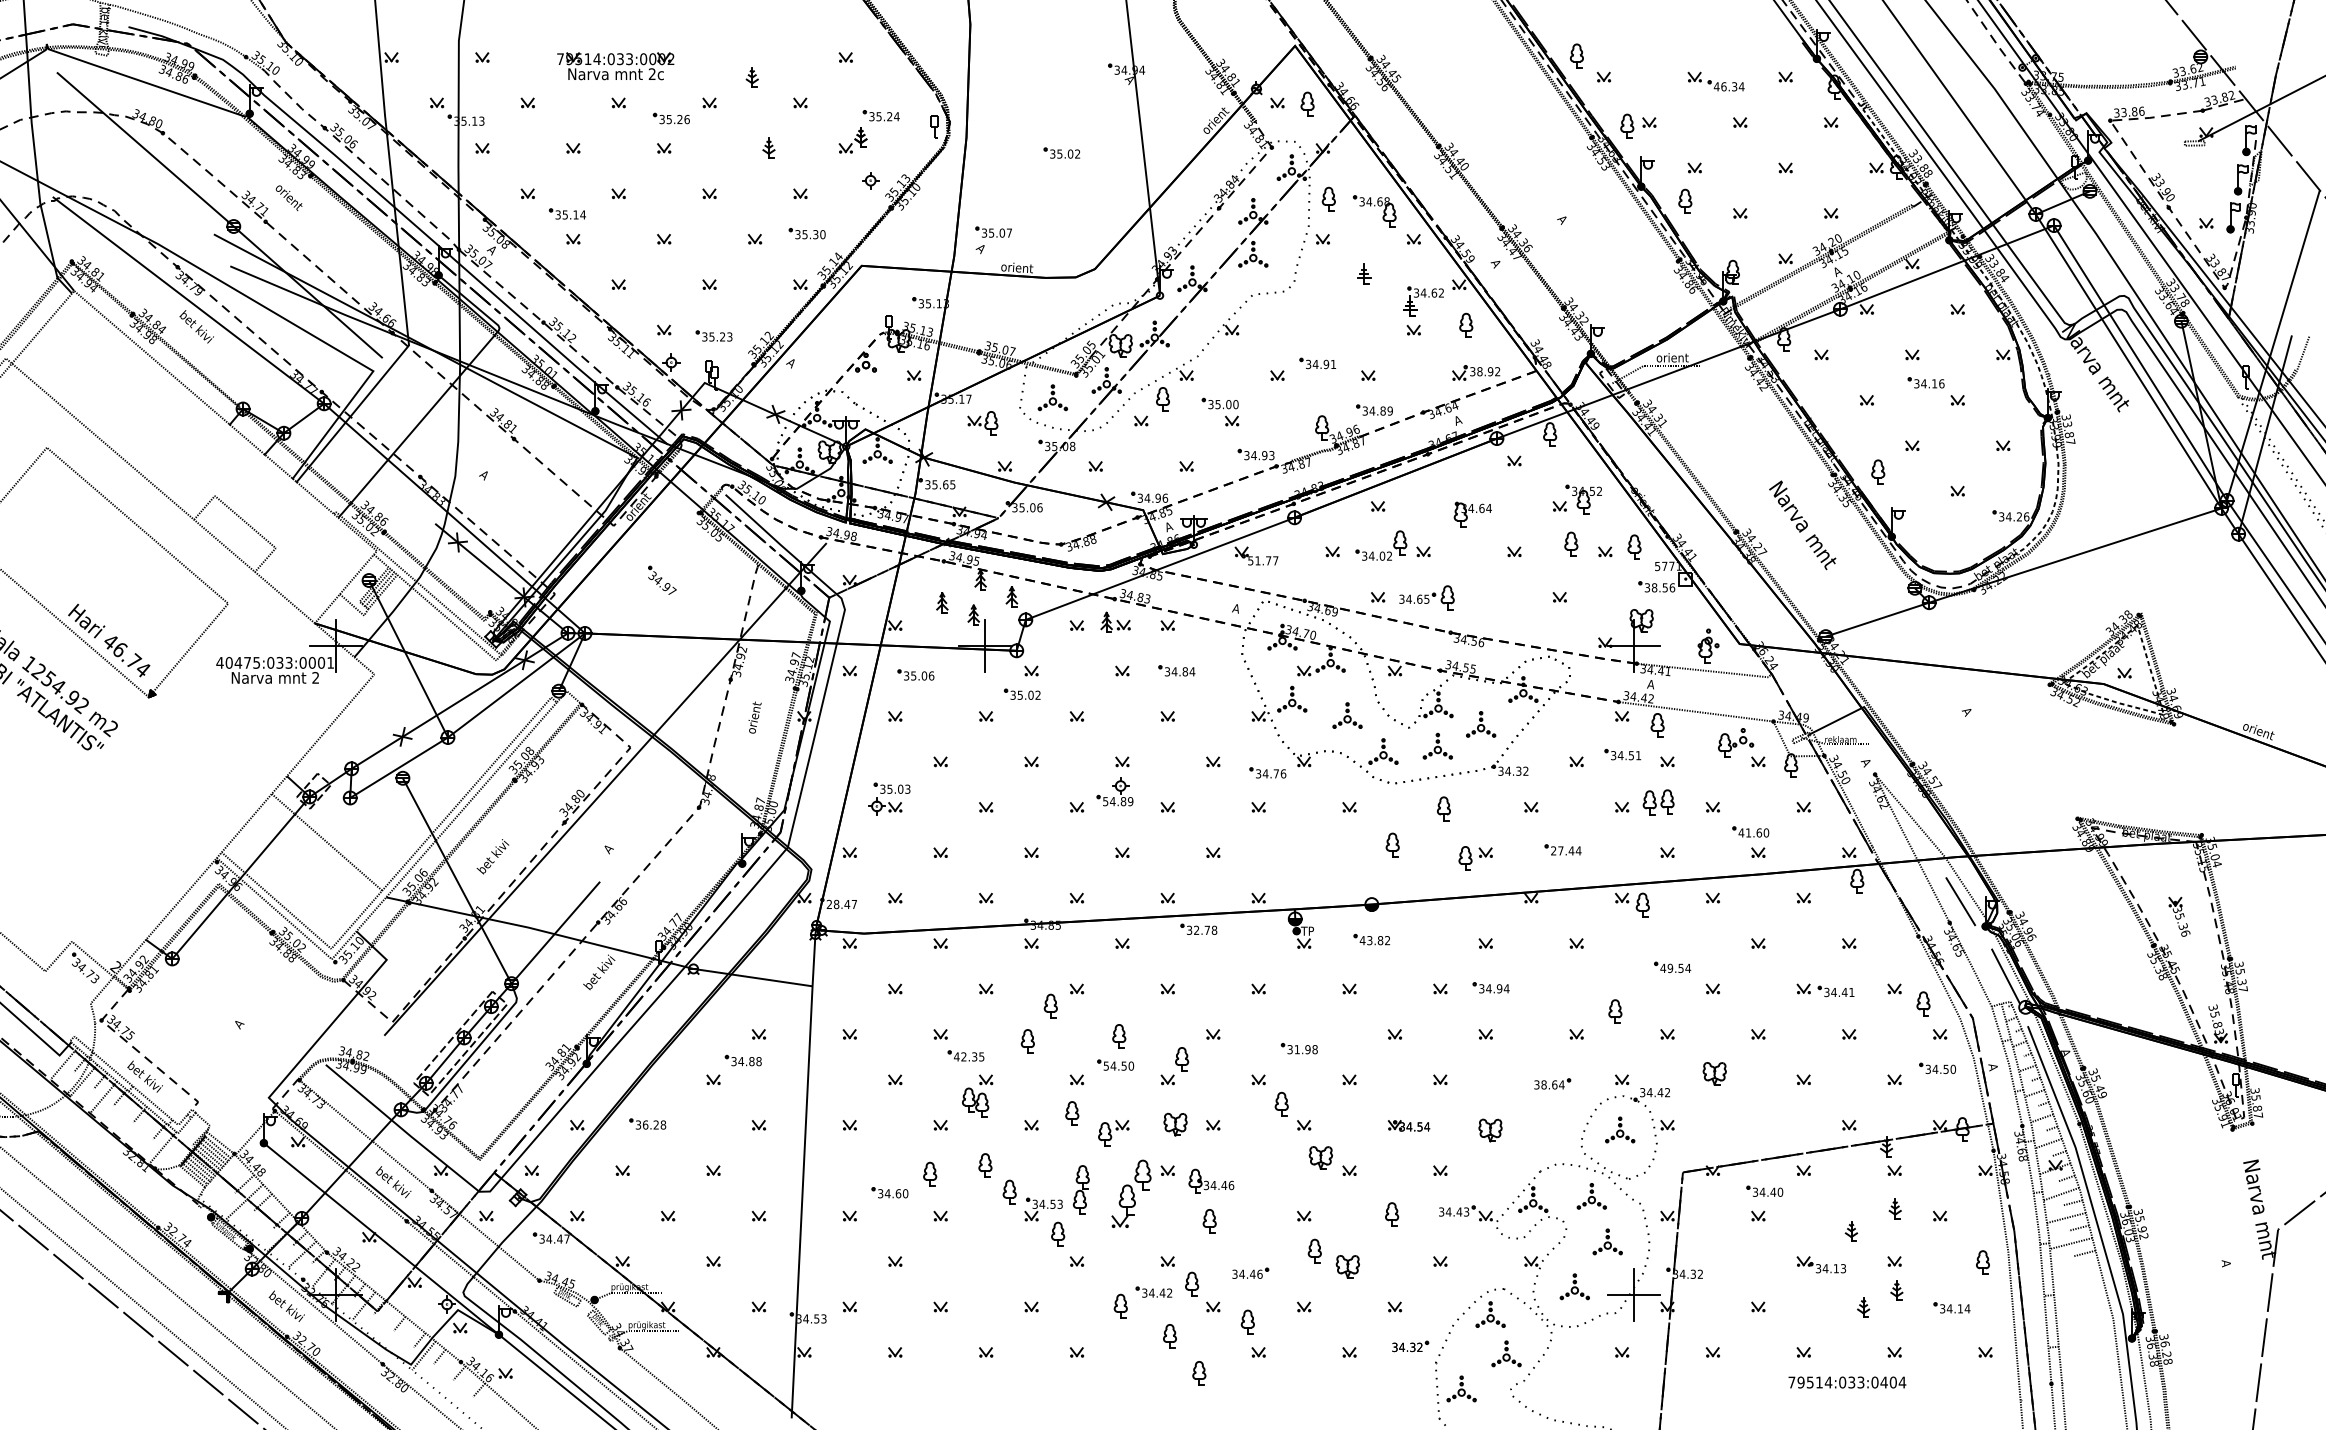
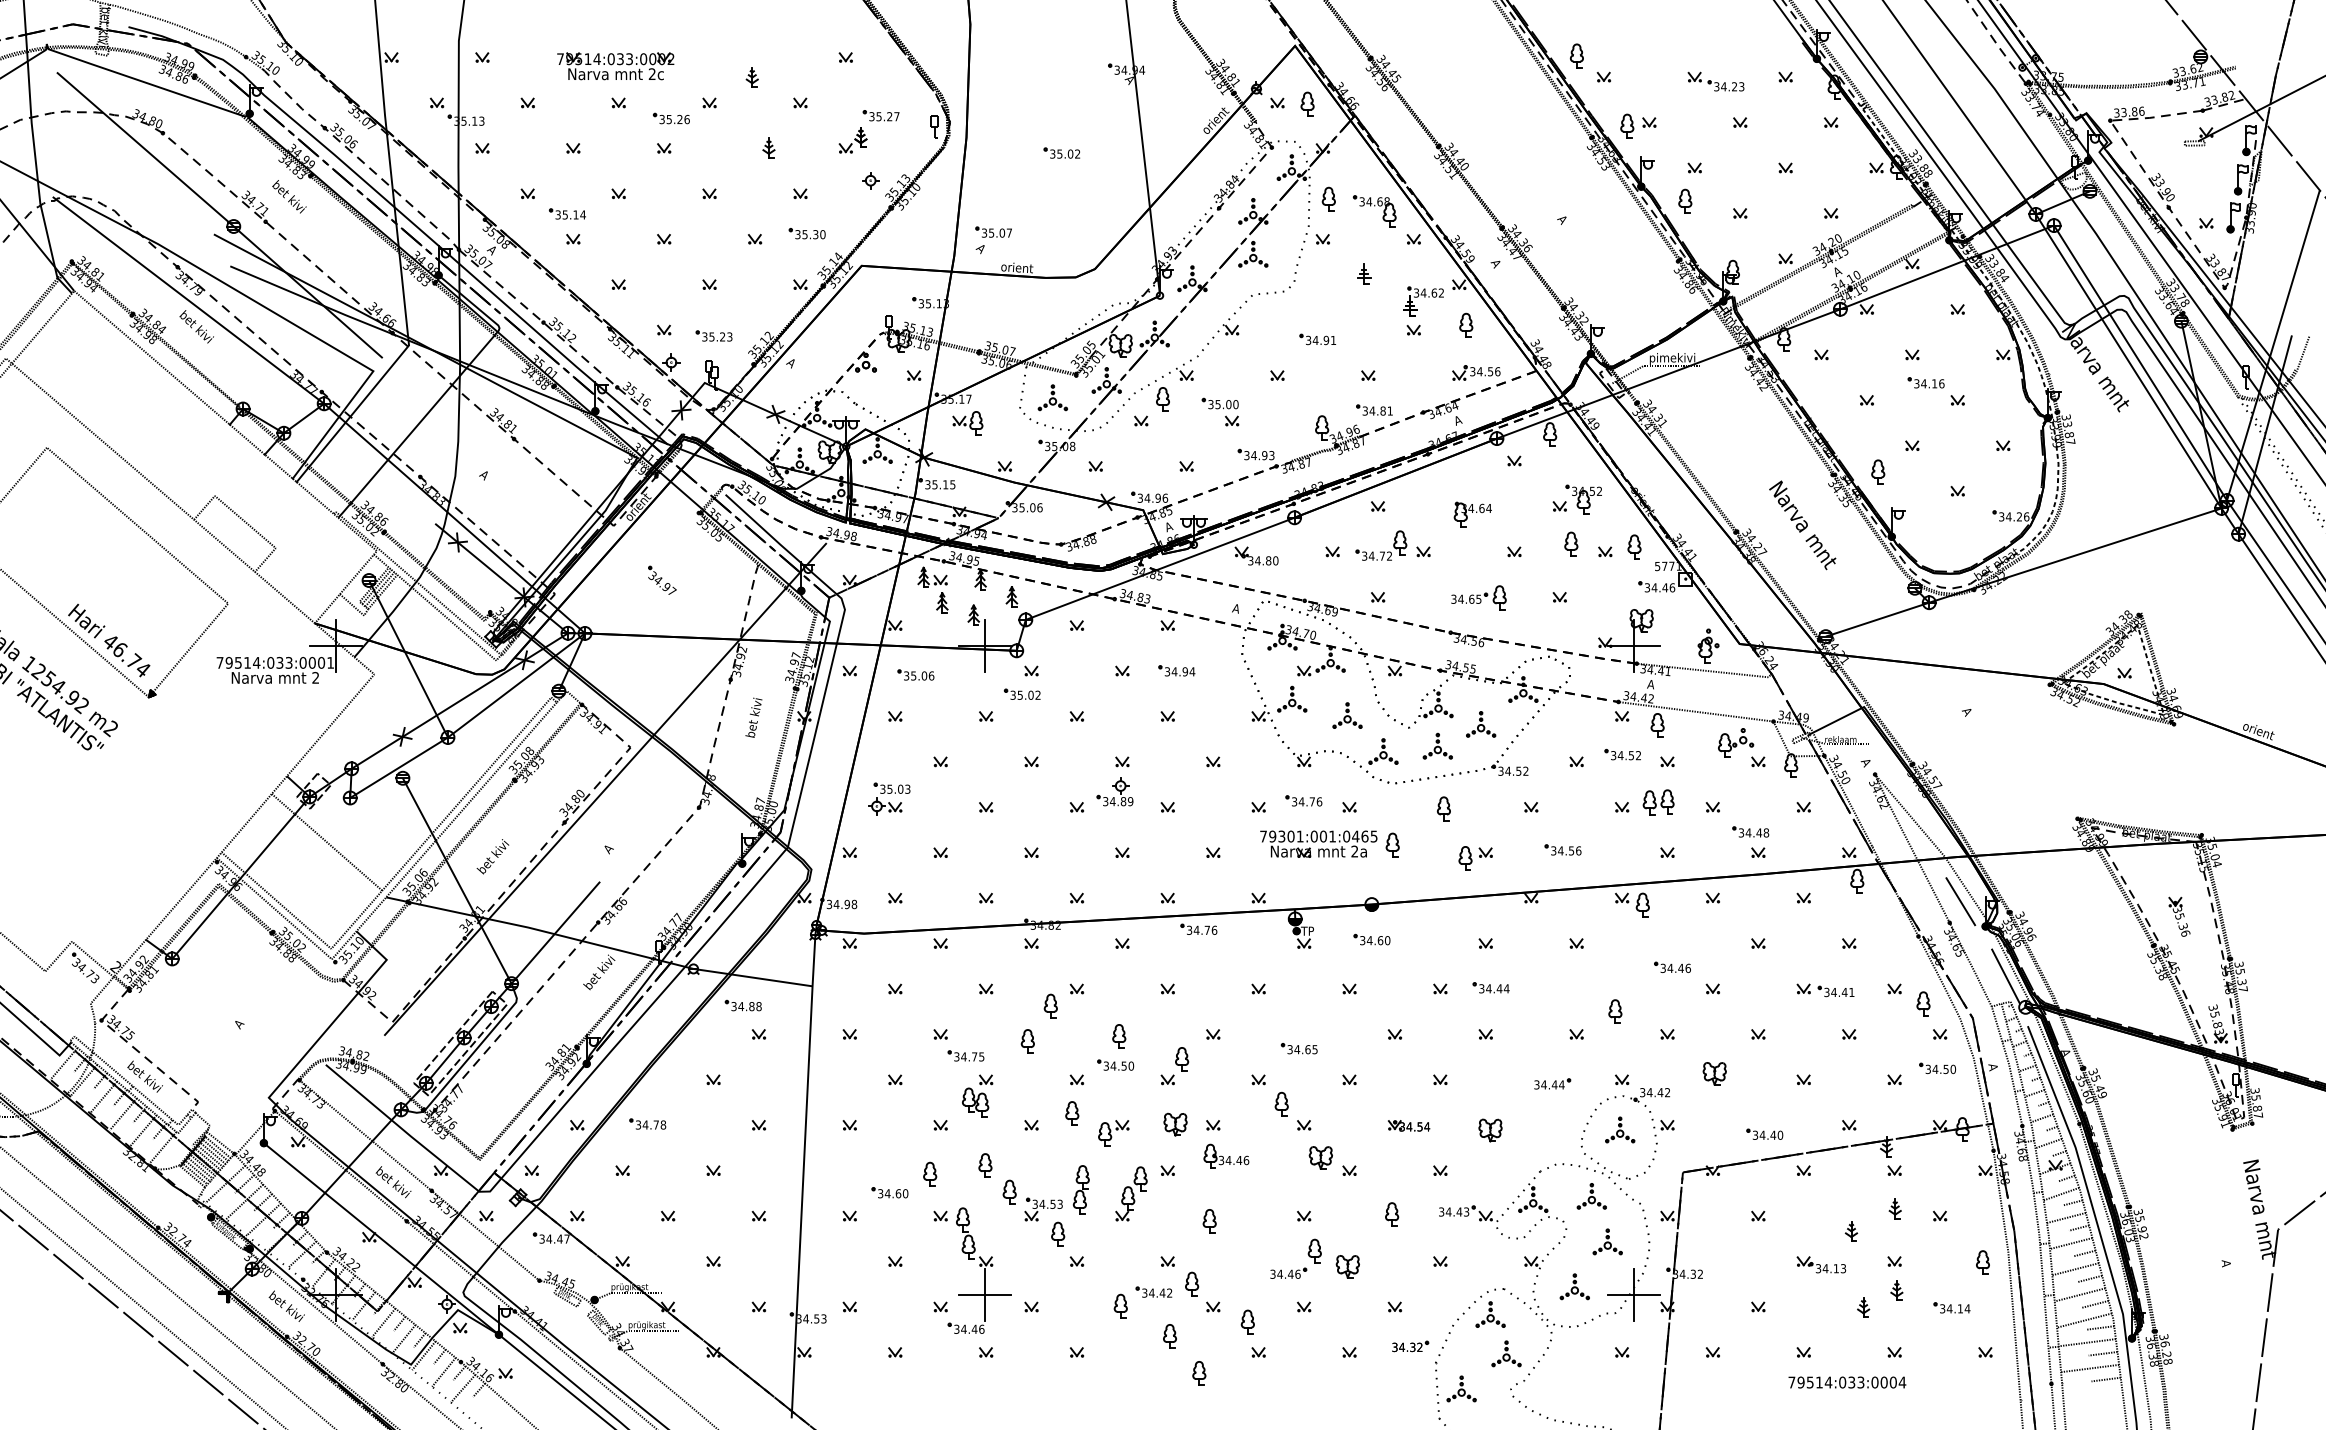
text at (1728, 86): 46.34 -> 34.23
text at (896, 116): 35.24 -> 35.27
text at (289, 196): orient -> bet kivi
text at (1672, 358): orient -> pimekivi
part at (1317, 363) position: (1317, 363) -> (1317, 339)
text at (1488, 371): 38.92 -> 34.56
text at (1389, 410): 34.89 -> 34.81
part at (982, 423) position: (982, 423) -> (967, 423)
text at (945, 484): 35.65 -> 35.15
text at (1382, 555): 34.02 -> 34.72
text at (1263, 560): 51.77 -> 34.80
text at (1659, 587): 38.56 -> 34.46
part at (1426, 597) position: (1426, 597) -> (1478, 597)
part at (1115, 621) position: (1115, 621) -> (932, 576)
text at (238, 662): 40475:033:0001 -> 79514:033:0001
text at (1185, 671): 34.84 -> 34.94
text at (753, 717): orient -> bet kivi
text at (1637, 755): 34.51 -> 34.52
text at (1518, 770): 34.32 -> 34.52
part at (1267, 772) position: (1267, 772) -> (1303, 800)
text at (1105, 801): 54.89 -> 34.89
text at (1753, 832): 41.60 -> 34.48
part at (1318, 843): none -> present
text at (1566, 850): 27.44 -> 34.56
text at (841, 904): 28.47 -> 34.98
text at (1057, 924): 34.85 -> 34.82
text at (1205, 929): 32.78 -> 34.76
text at (1374, 940): 43.82 -> 34.60
text at (1675, 968): 49.54 -> 34.46
text at (1499, 988): 34.94 -> 34.44
text at (1305, 1049): 31.98 -> 34.65
text at (965, 1056): 42.35 -> 34.75
part at (742, 1060) position: (742, 1060) -> (742, 1005)
text at (1106, 1065): 54.50 -> 34.50
text at (1549, 1084): 38.64 -> 34.44
line at (122, 1114): none -> present
text at (650, 1124): 36.28 -> 34.78
line at (142, 1130): none -> present
part at (1211, 1180) position: (1211, 1180) -> (1226, 1155)
line at (225, 1184): none -> present
part at (1764, 1190) position: (1764, 1190) -> (1764, 1133)
part at (1131, 1193) size: 41x69 px -> 33x56 px
line at (263, 1219): none -> present
line at (2075, 1269): none -> present
part at (979, 1270): none -> present
part at (1250, 1272) position: (1250, 1272) -> (1288, 1272)
line at (2089, 1278): none -> present
line at (2079, 1294): none -> present
line at (2095, 1303): none -> present
line at (2084, 1320): none -> present
line at (383, 1322): none -> present
line at (2099, 1327): none -> present
line at (403, 1338): none -> present
line at (2086, 1342): none -> present
line at (2102, 1353): none -> present
line at (2090, 1368): none -> present
line at (443, 1371): none -> present
line at (2105, 1379): none -> present
text at (1883, 1382): 79514:033:0404 -> 79514:033:0004
line at (463, 1388): none -> present
